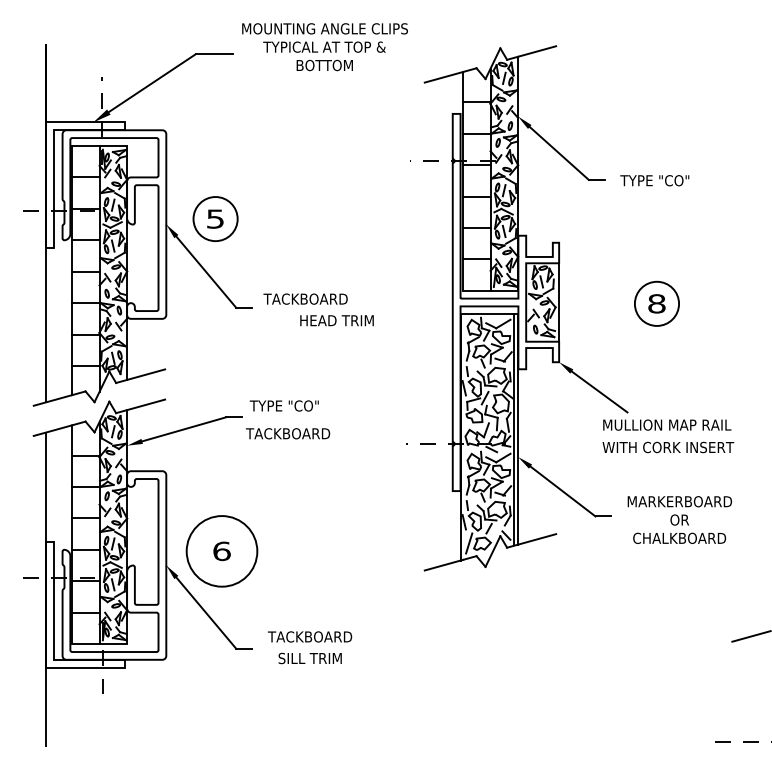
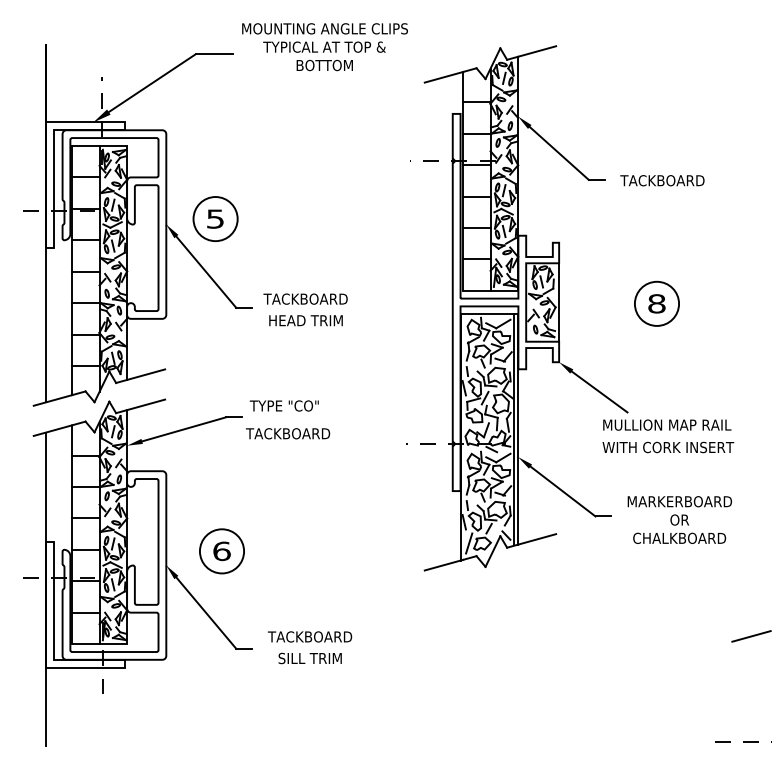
text at (666, 180): TYPE "CO" -> TACKBOARD
text at (336, 320) position: (336, 320) -> (305, 320)
circle at (221, 551) diameter: 71 px -> 44 px
